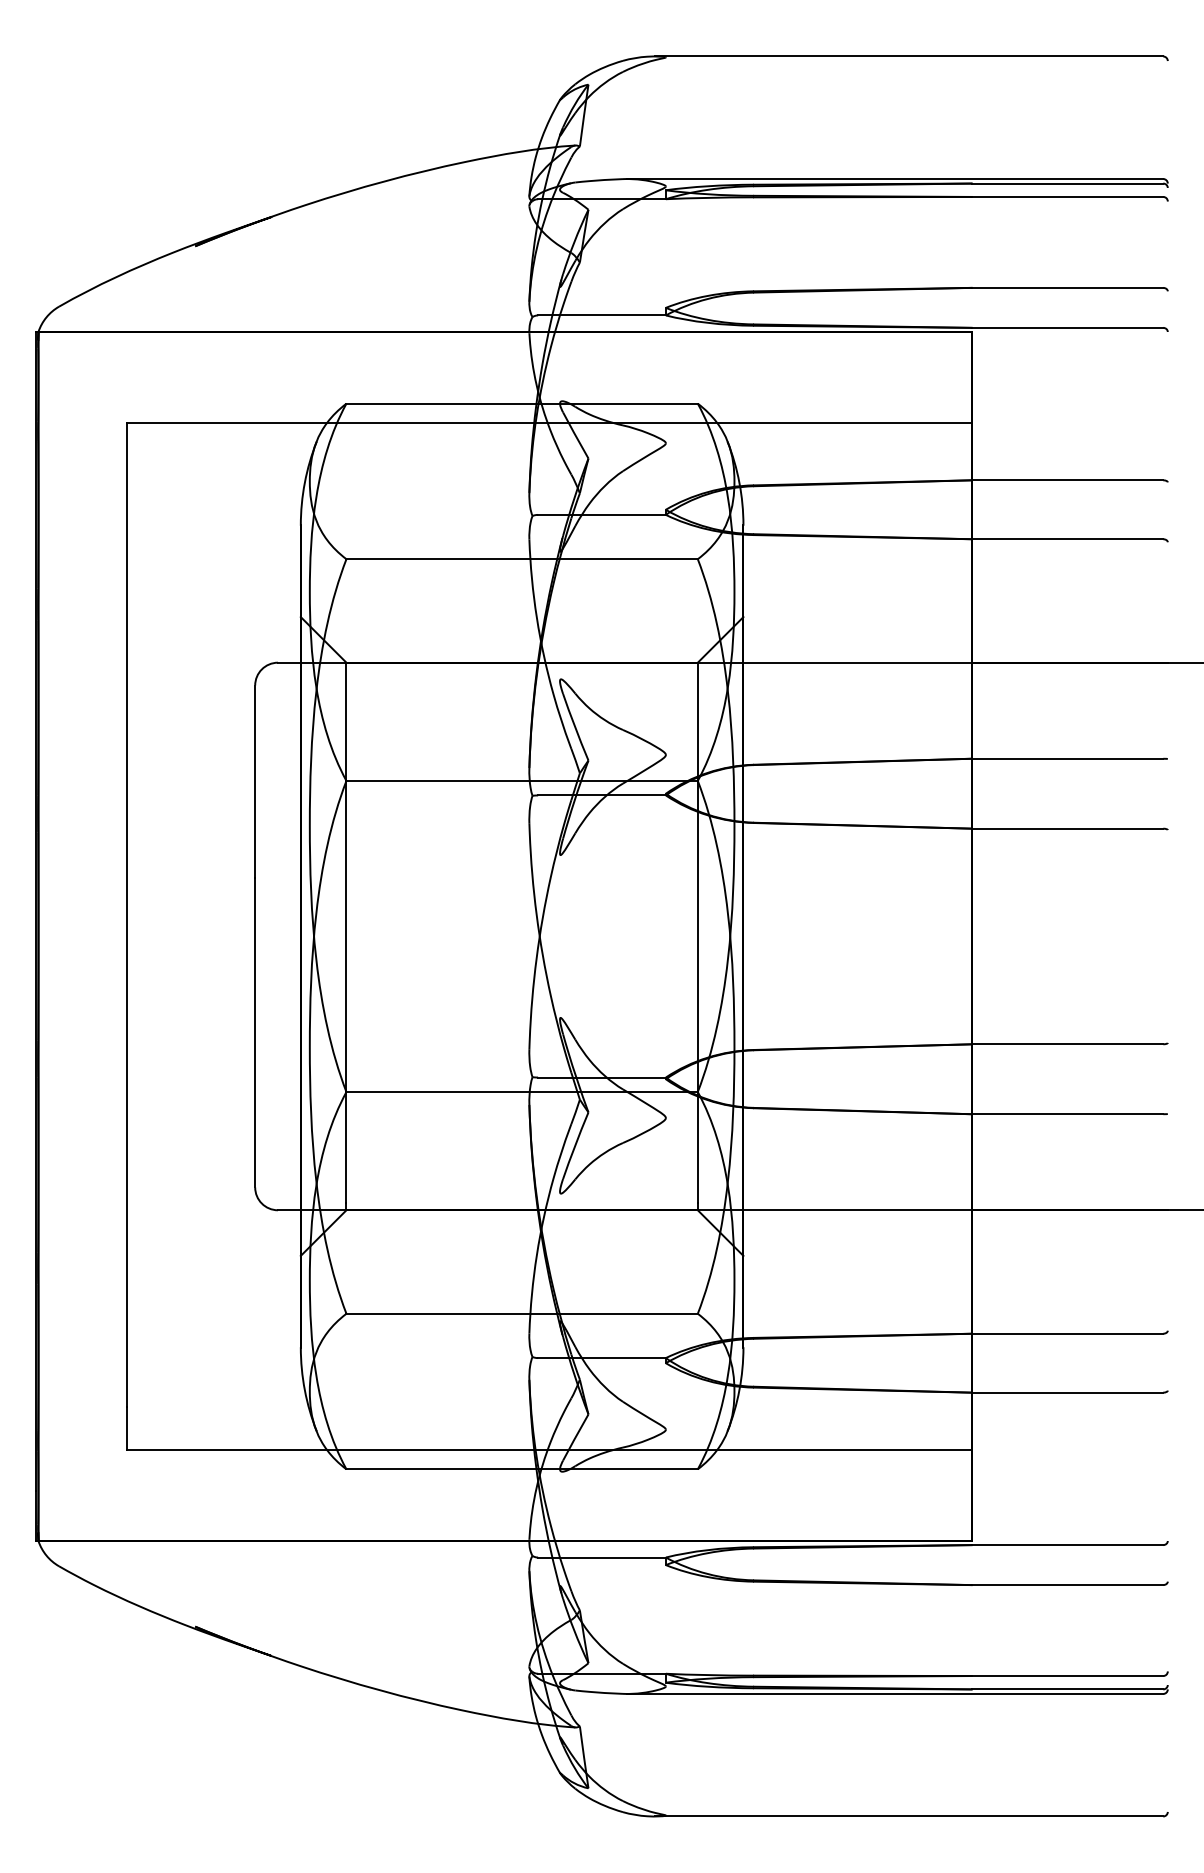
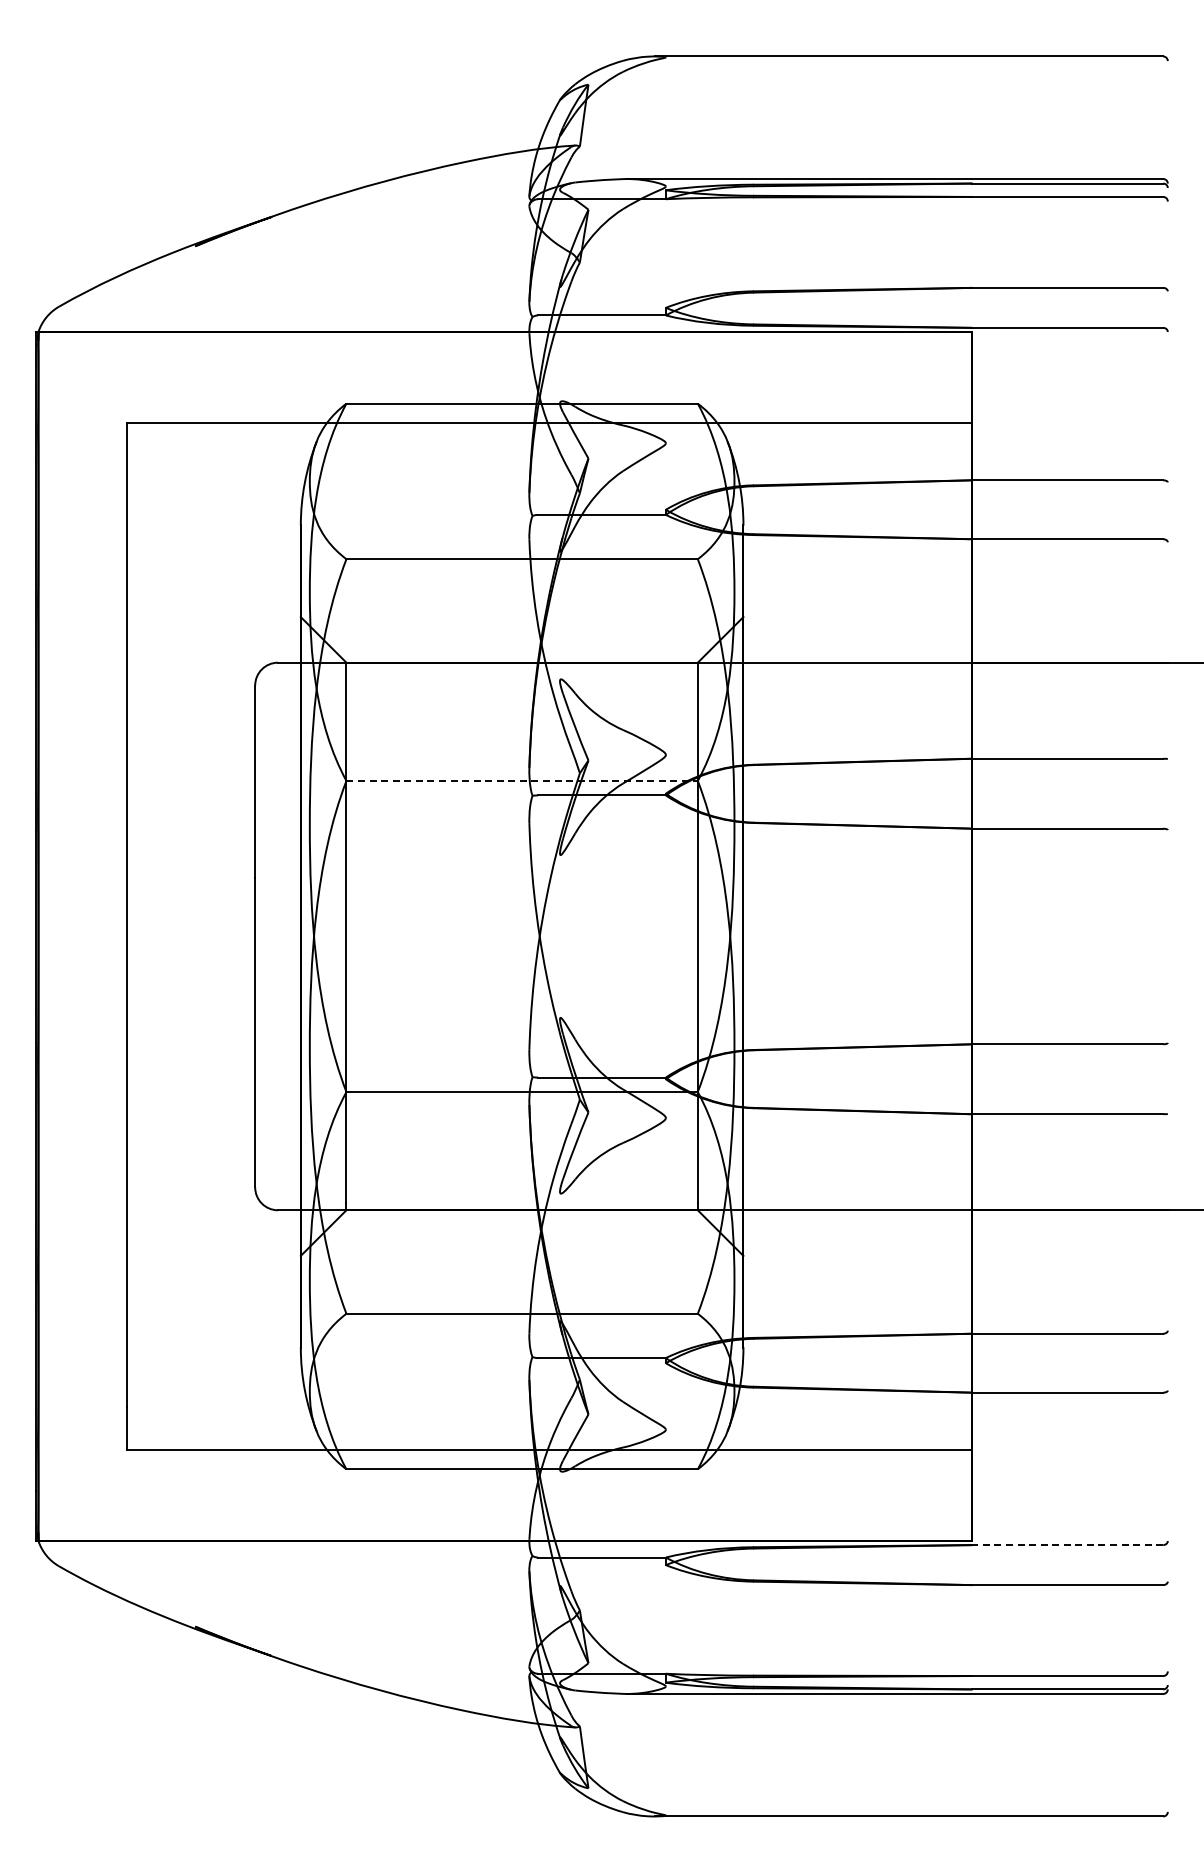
line at (522, 780): solid -> dashed
line at (1067, 1545): solid -> dashed
